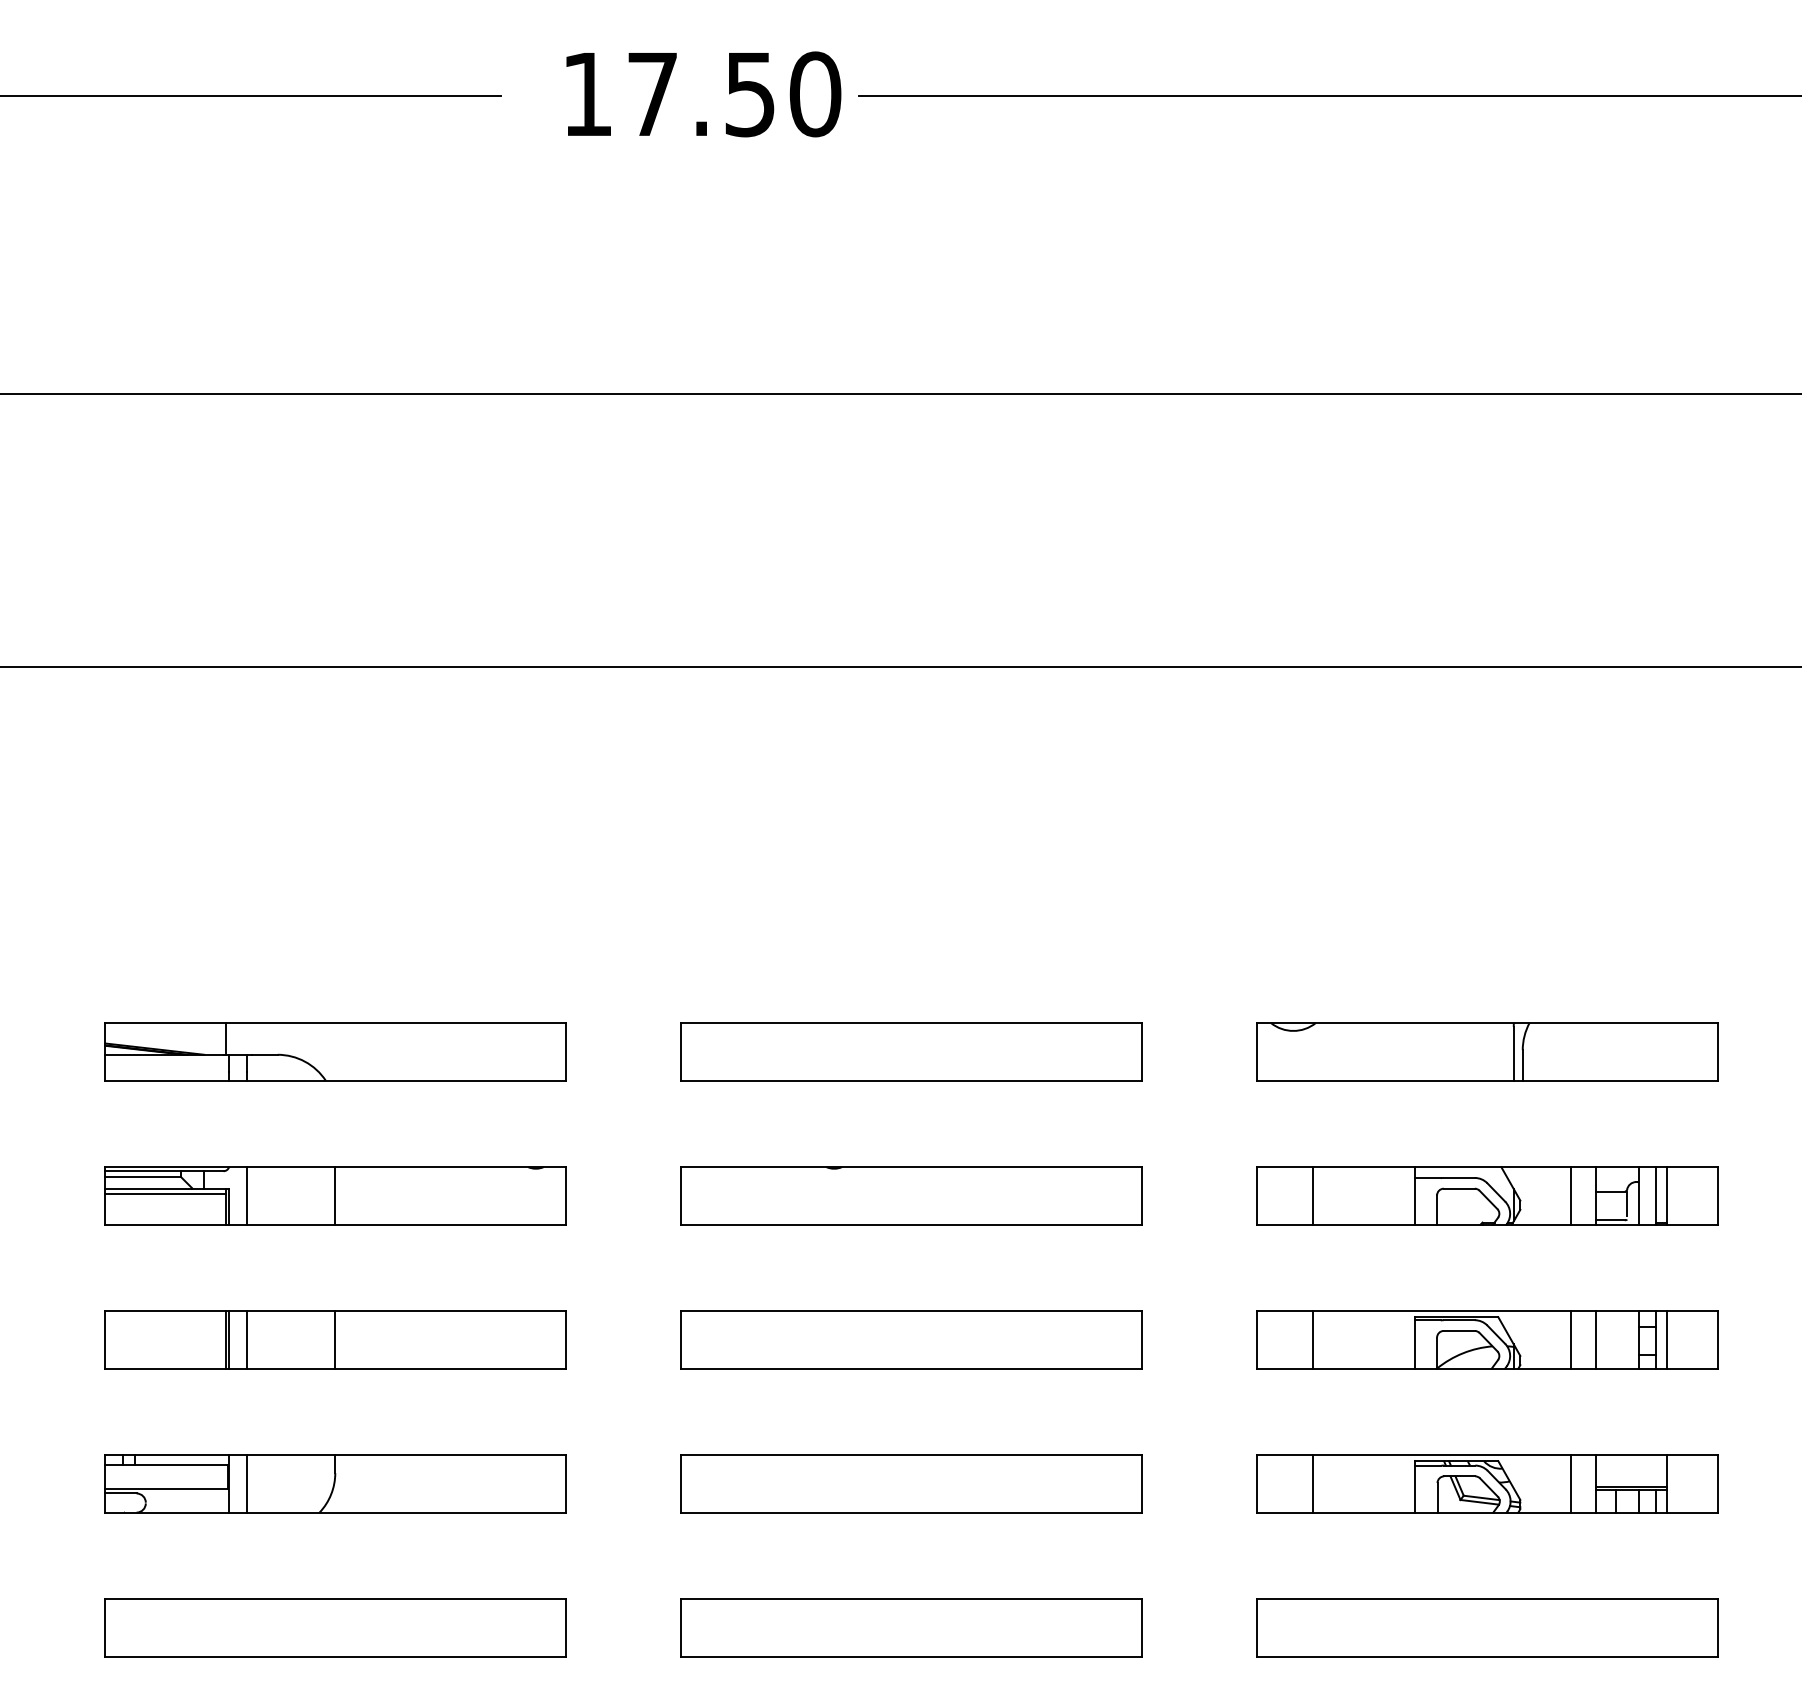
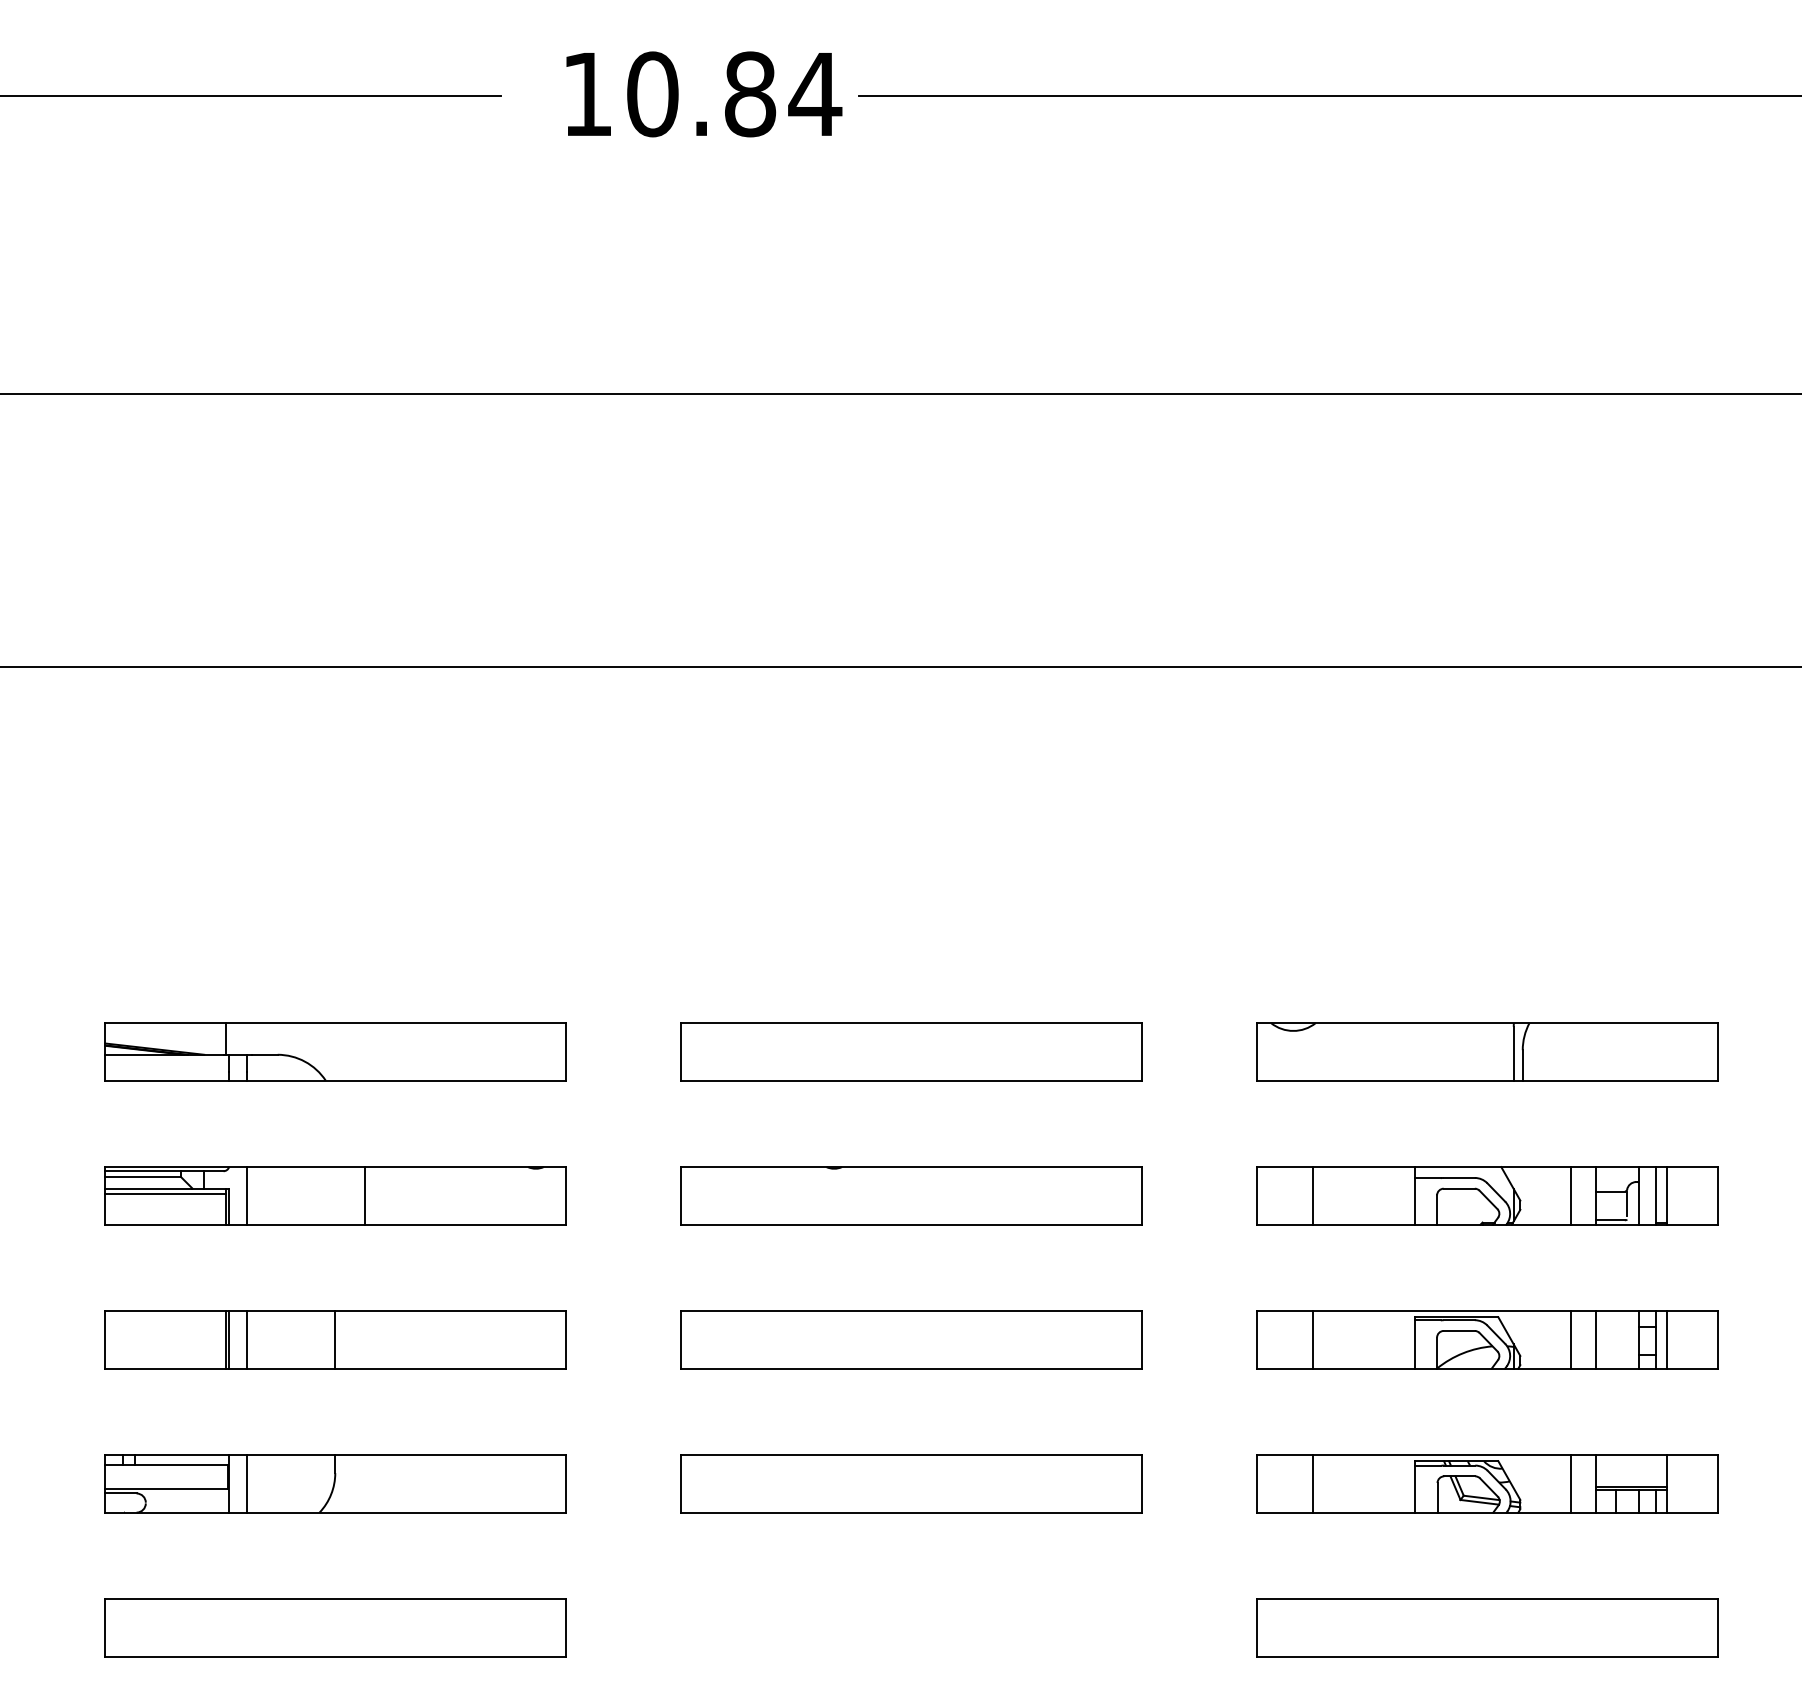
text at (734, 94): 17.50 -> 10.84
line at (335, 1195) position: (335, 1195) -> (365, 1195)
part at (911, 1627): present -> none
